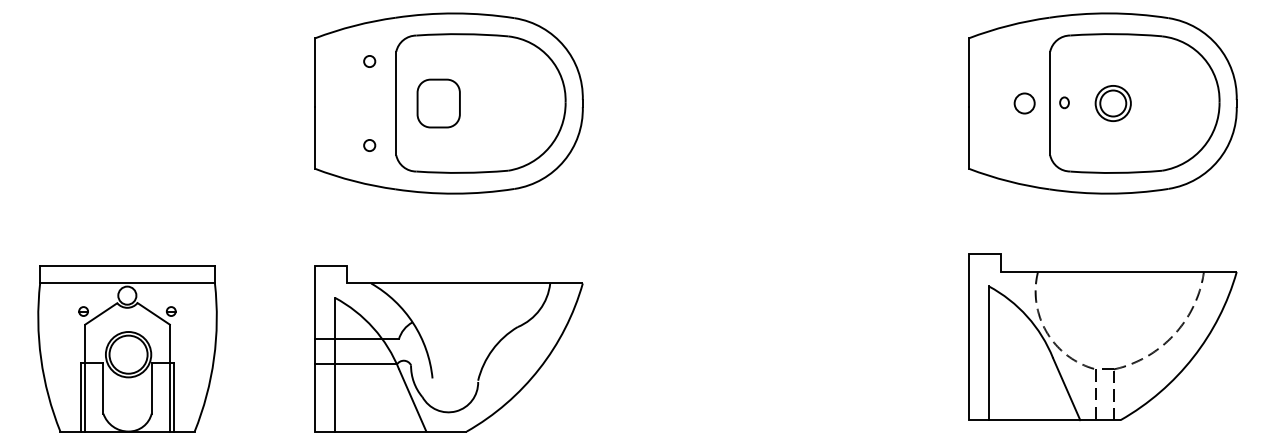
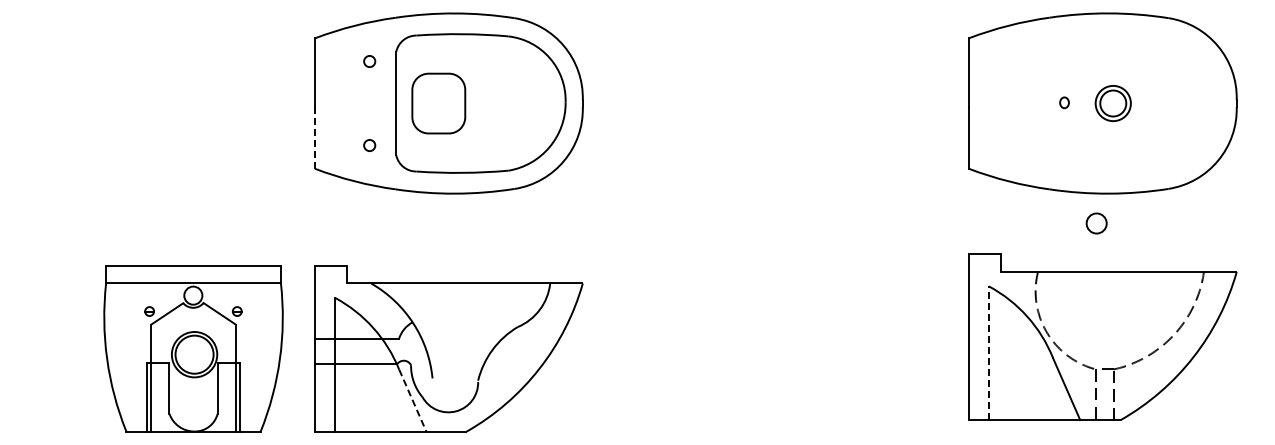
part at (438, 103) size: 45x51 px -> 56x63 px
circle at (1024, 103) position: (1024, 103) -> (1096, 223)
part at (1134, 103): present -> none
line at (314, 137): solid -> dashed
part at (127, 348) position: (127, 348) -> (193, 348)
line at (988, 353): solid -> dashed
line at (412, 400): solid -> dashed
